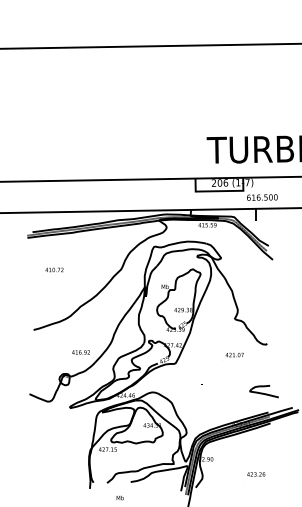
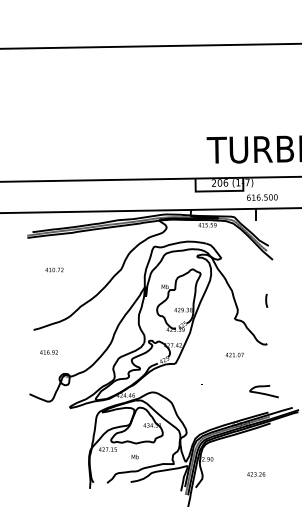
line at (266, 300): none -> present
text at (80, 352) position: (80, 352) -> (48, 352)
text at (119, 497) position: (119, 497) -> (134, 456)
